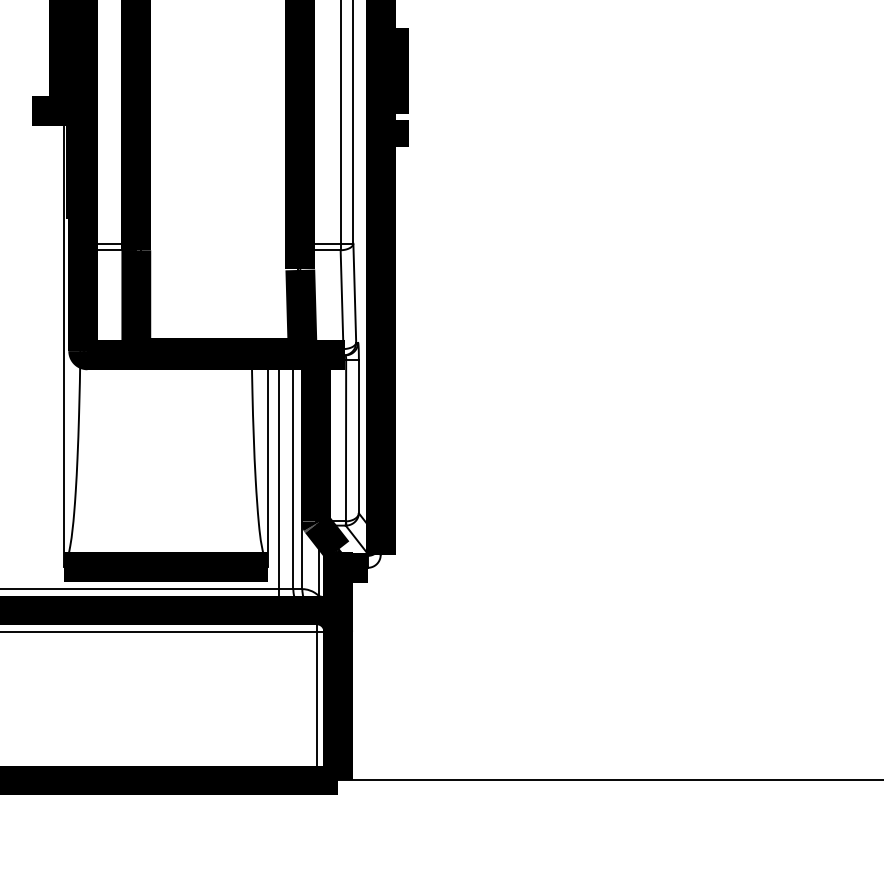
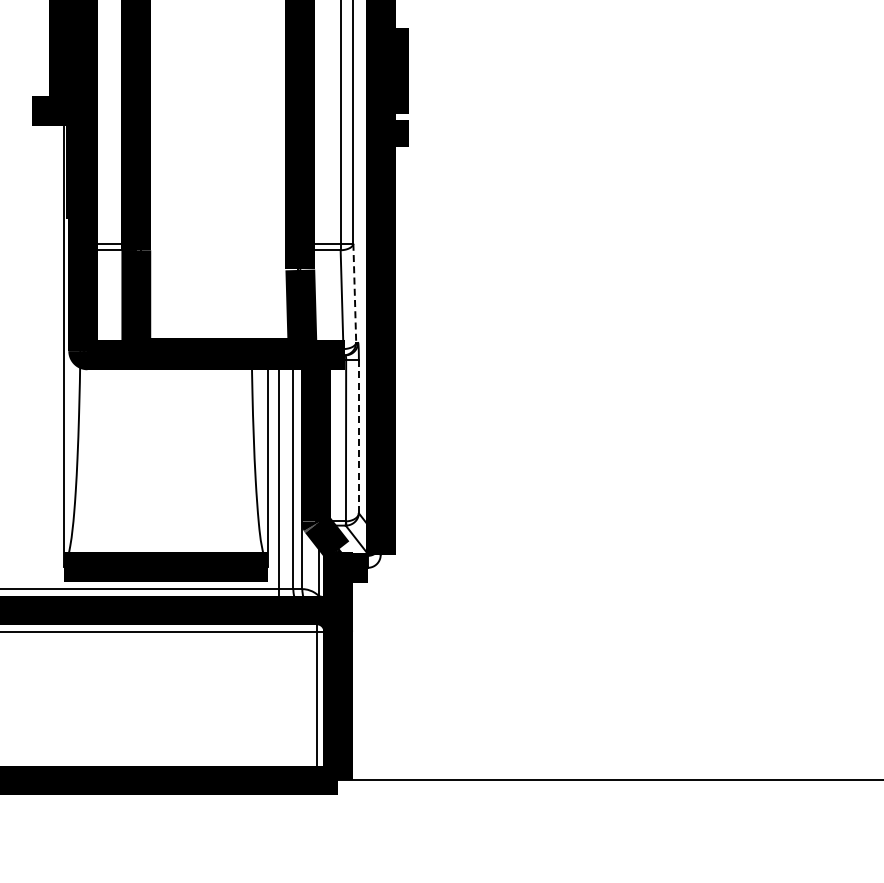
line at (354, 293): solid -> dashed
line at (358, 436): solid -> dashed
